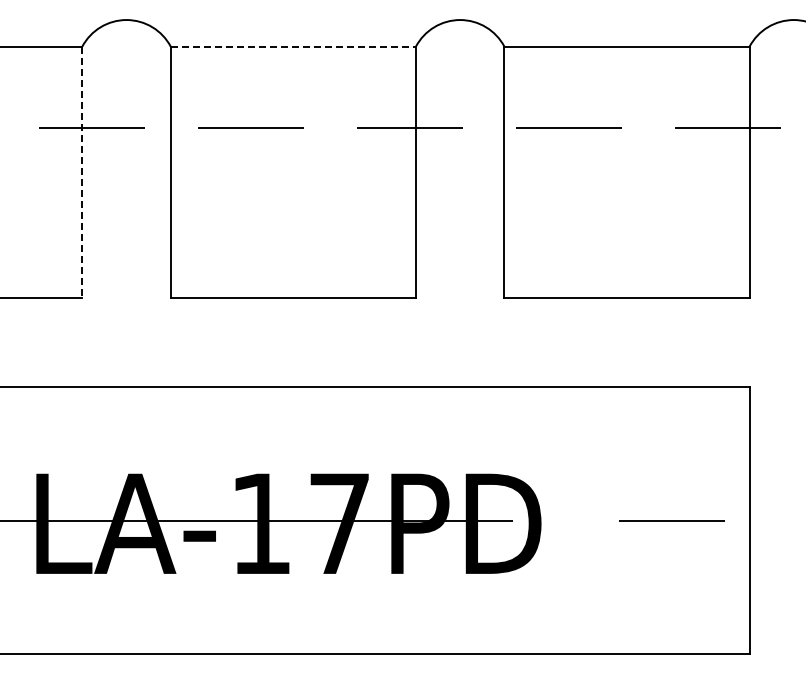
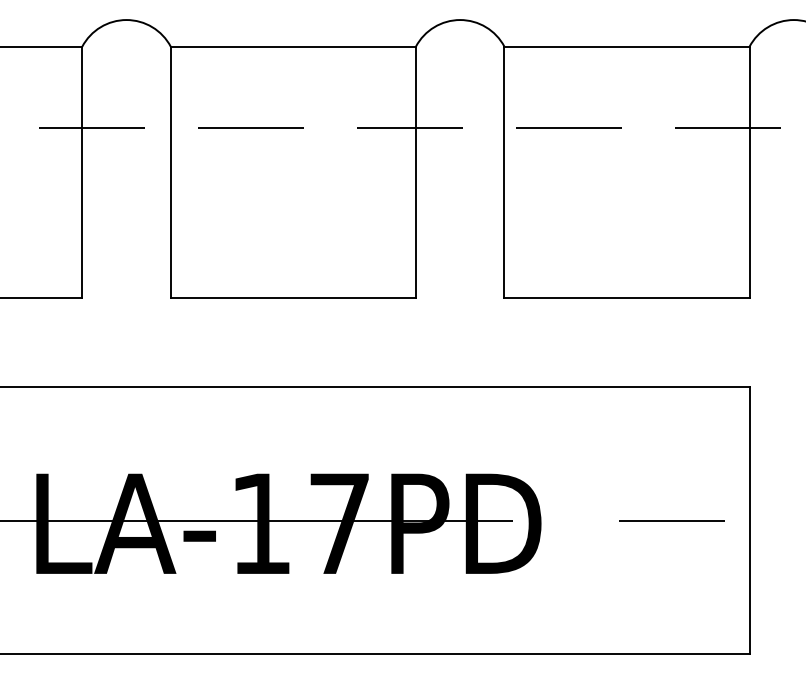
line at (293, 46): dashed -> solid
line at (82, 172): dashed -> solid
